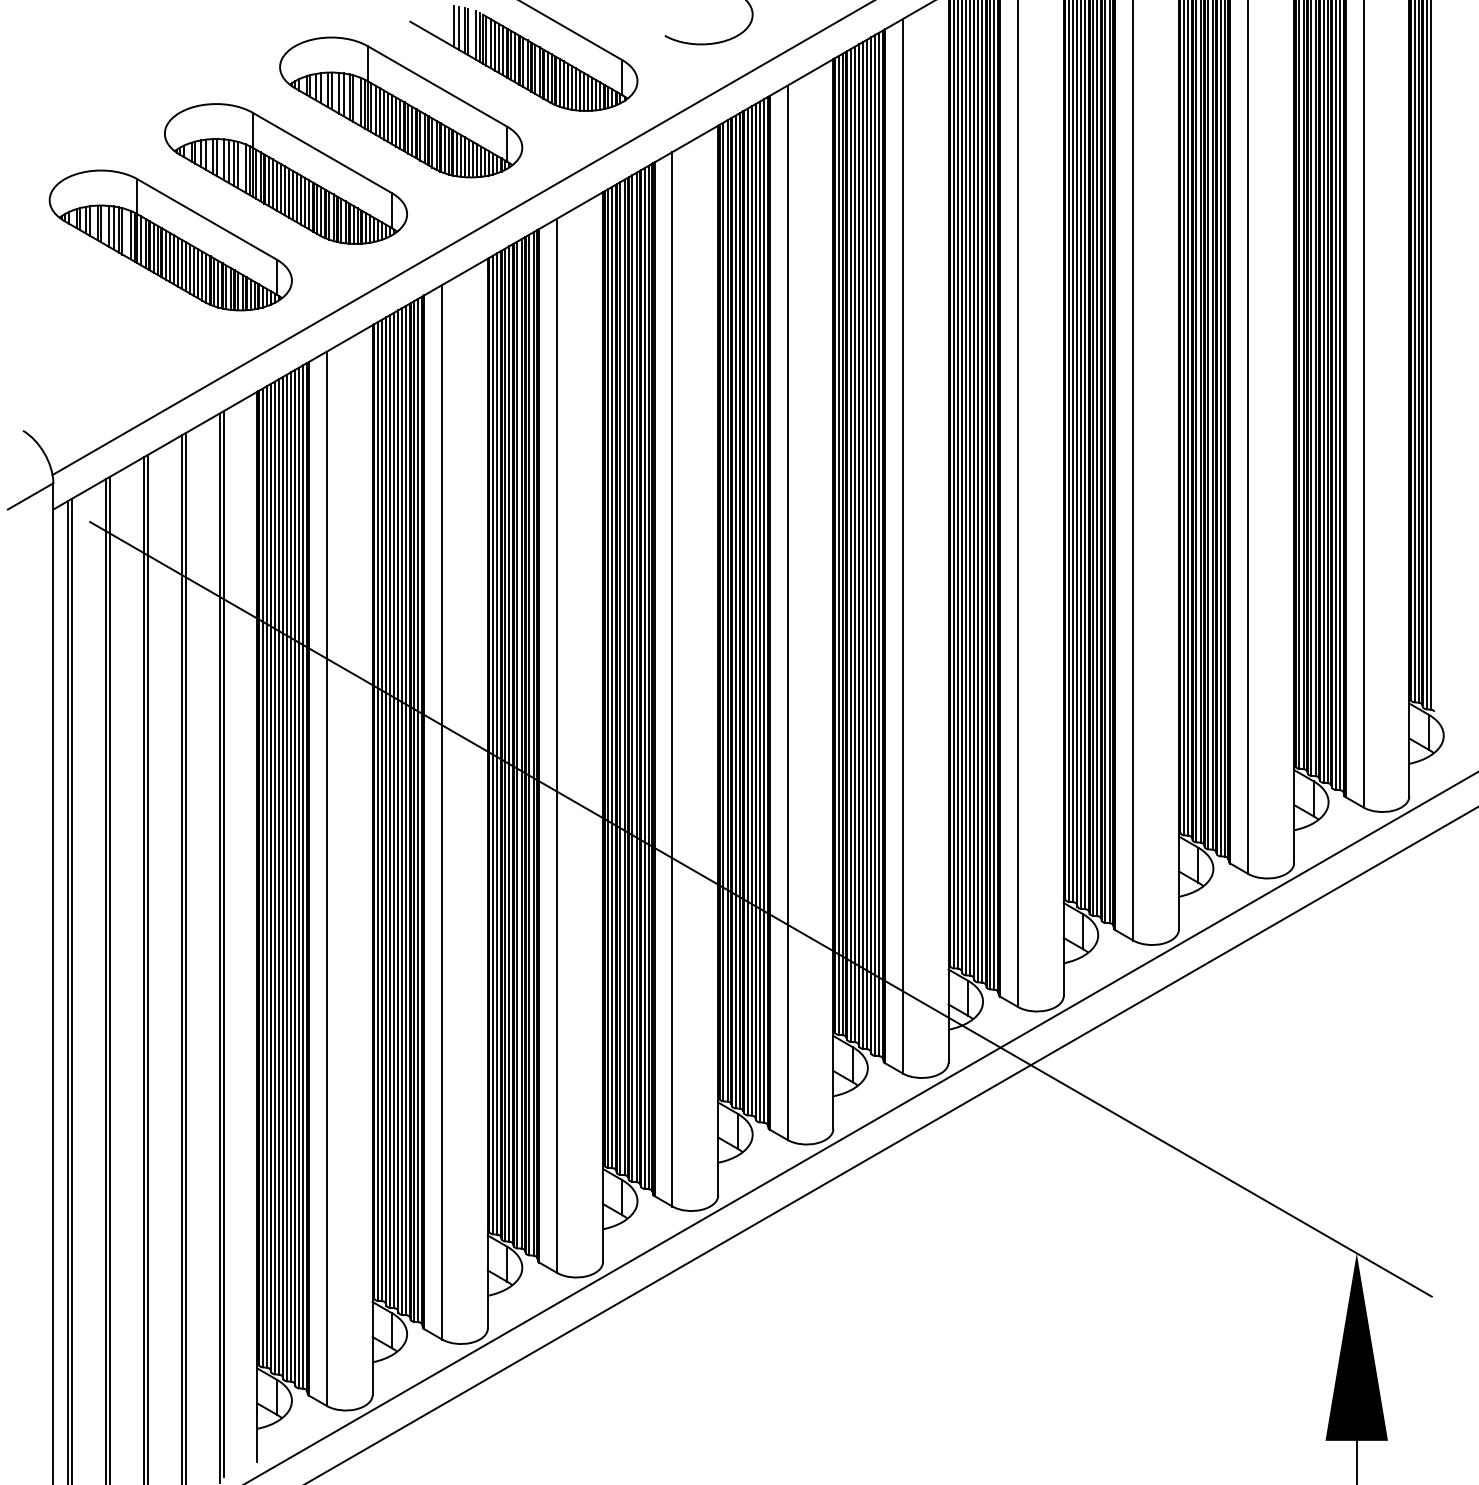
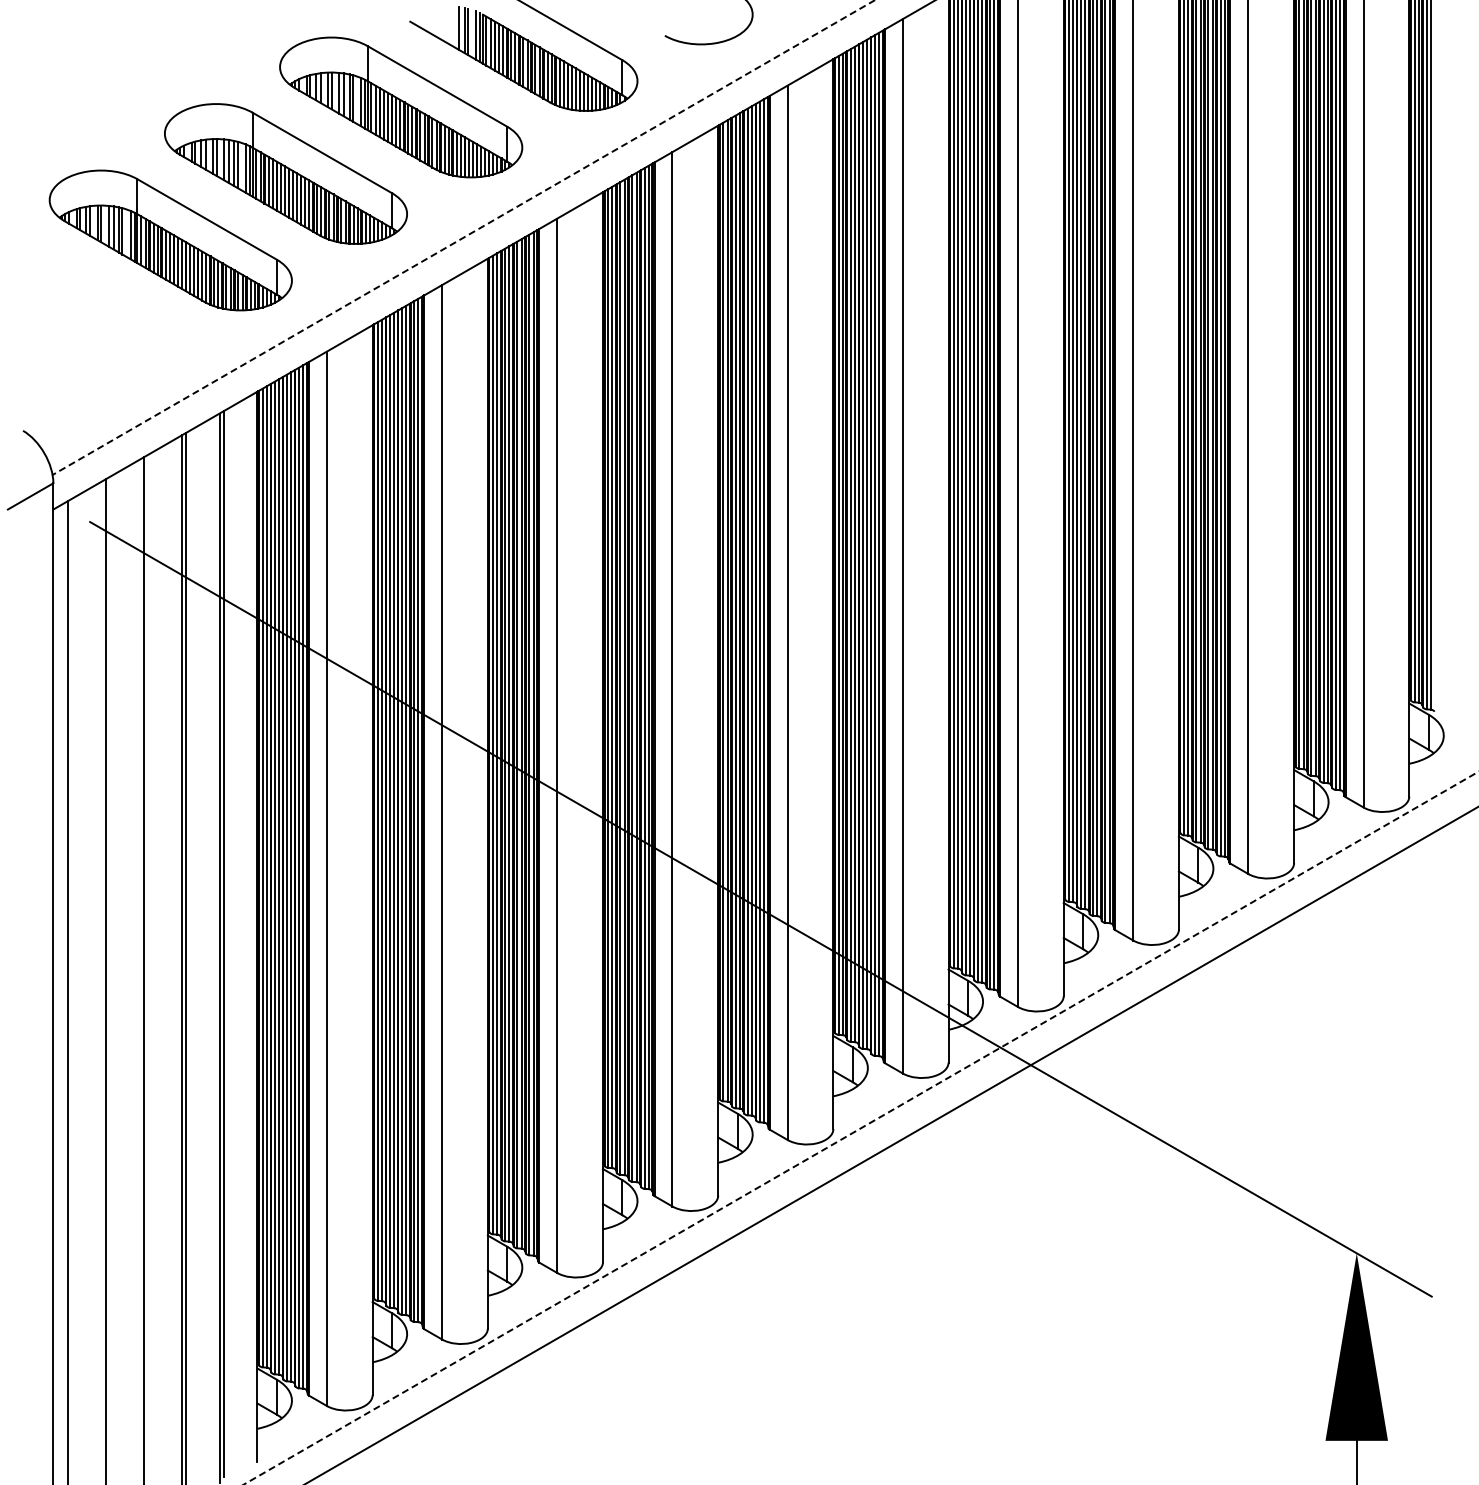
line at (454, 26): present -> none
line at (463, 237): solid -> dashed
line at (148, 967): present -> none
line at (110, 978): present -> none
line at (72, 989): present -> none
line at (861, 1128): solid -> dashed
